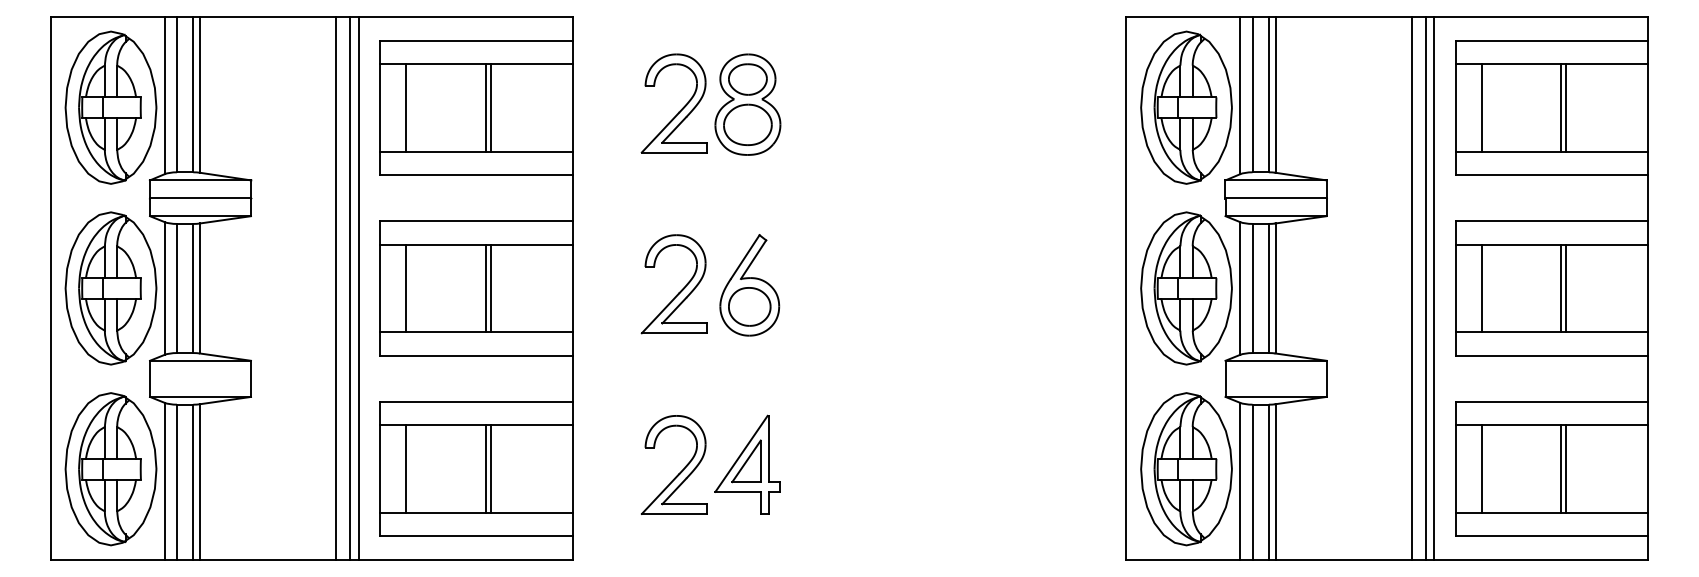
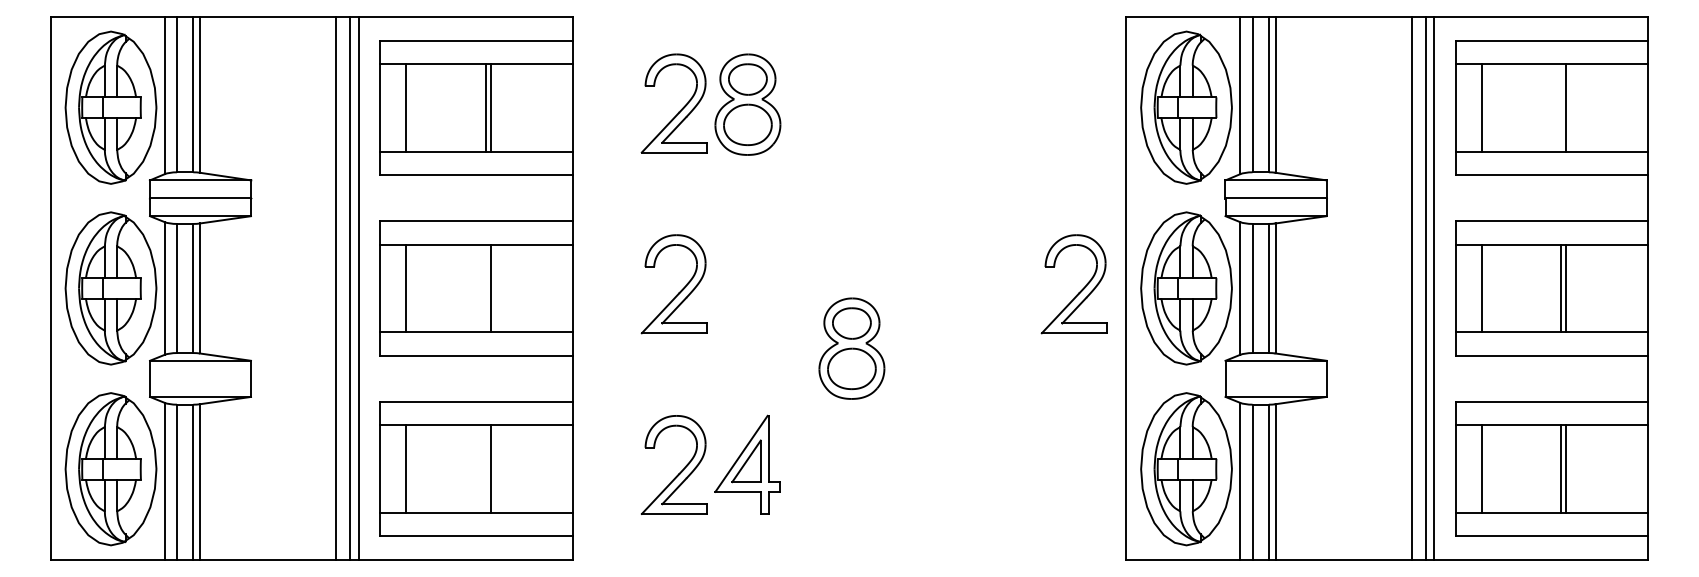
line at (1561, 107): present -> none
part at (749, 285): present -> none
line at (485, 288): present -> none
part at (1080, 290): none -> present
part at (851, 348): none -> present
line at (485, 469): present -> none
